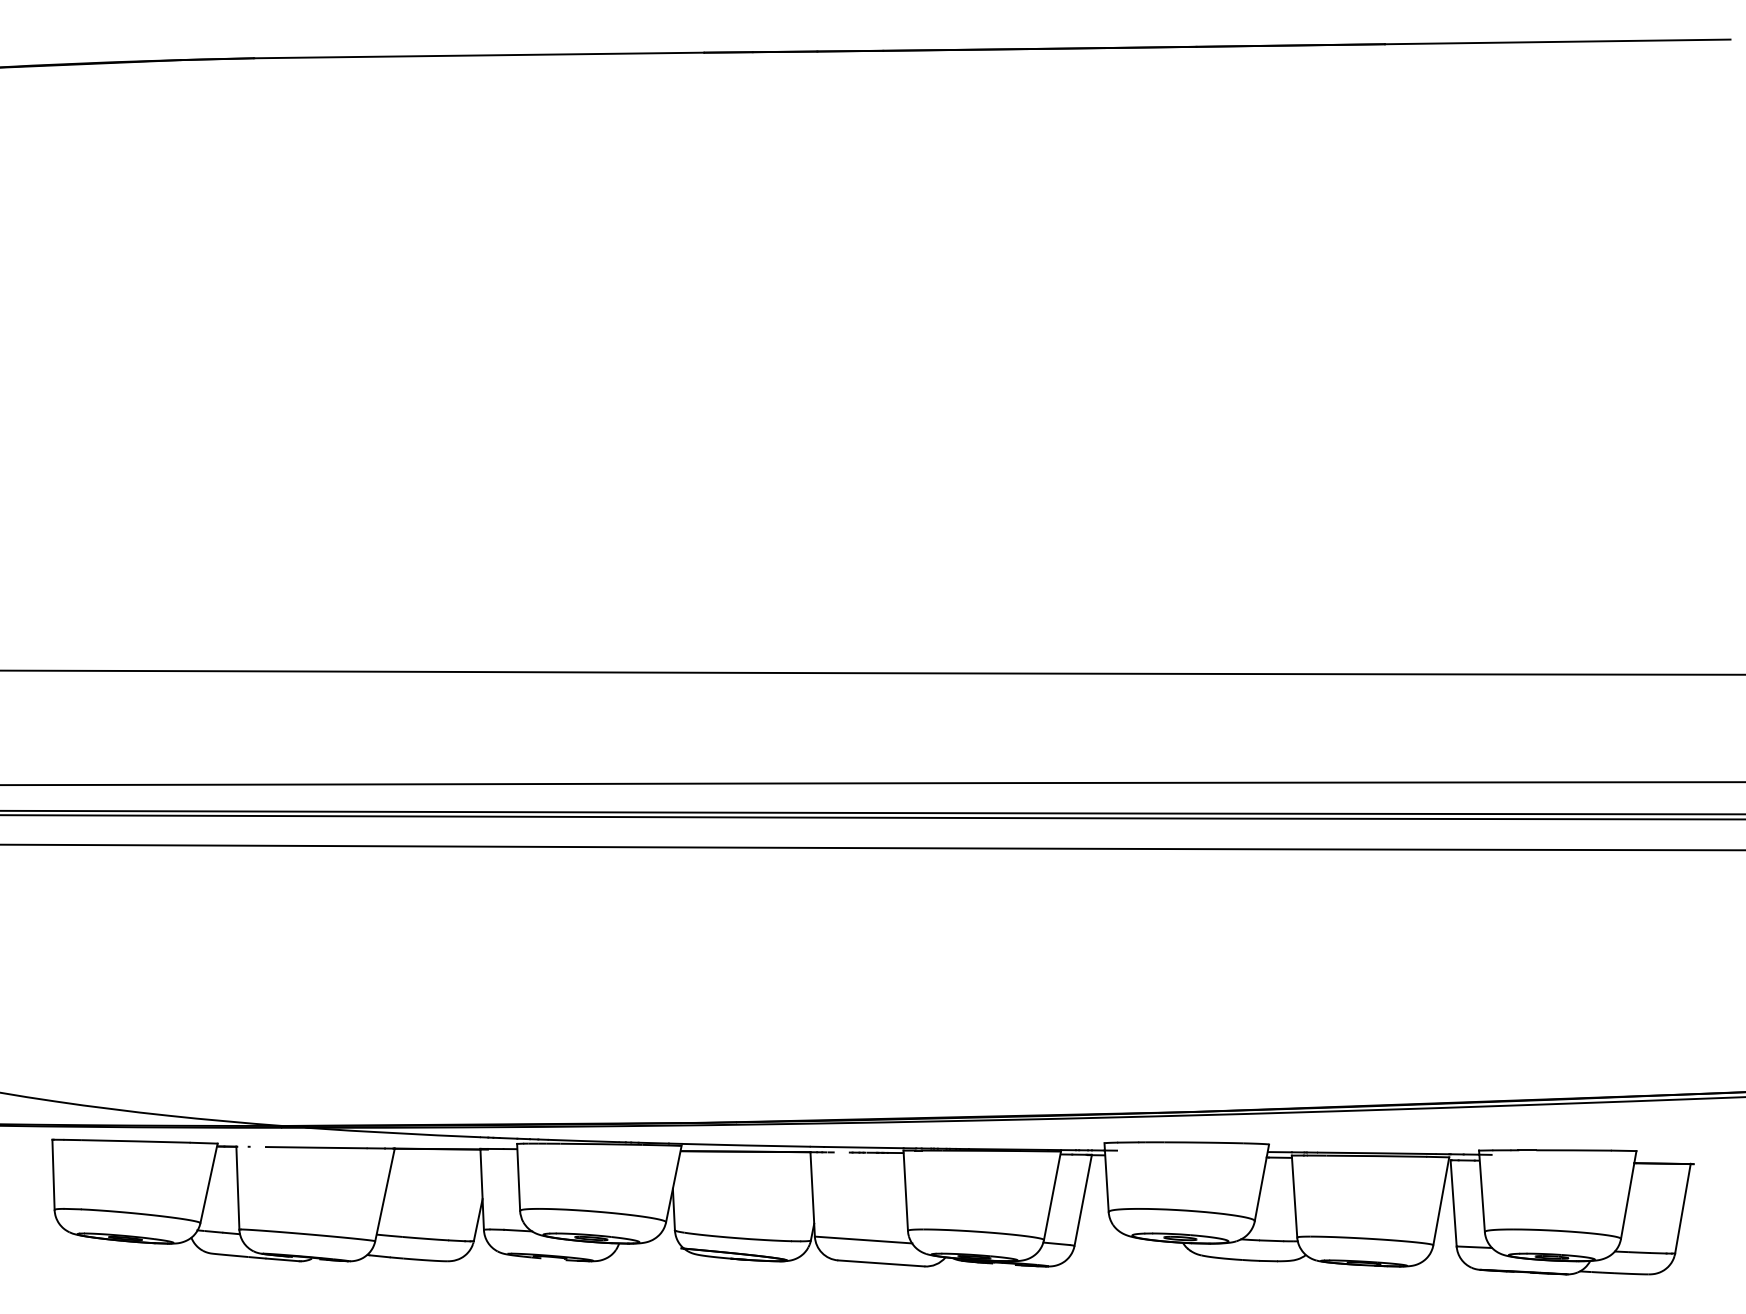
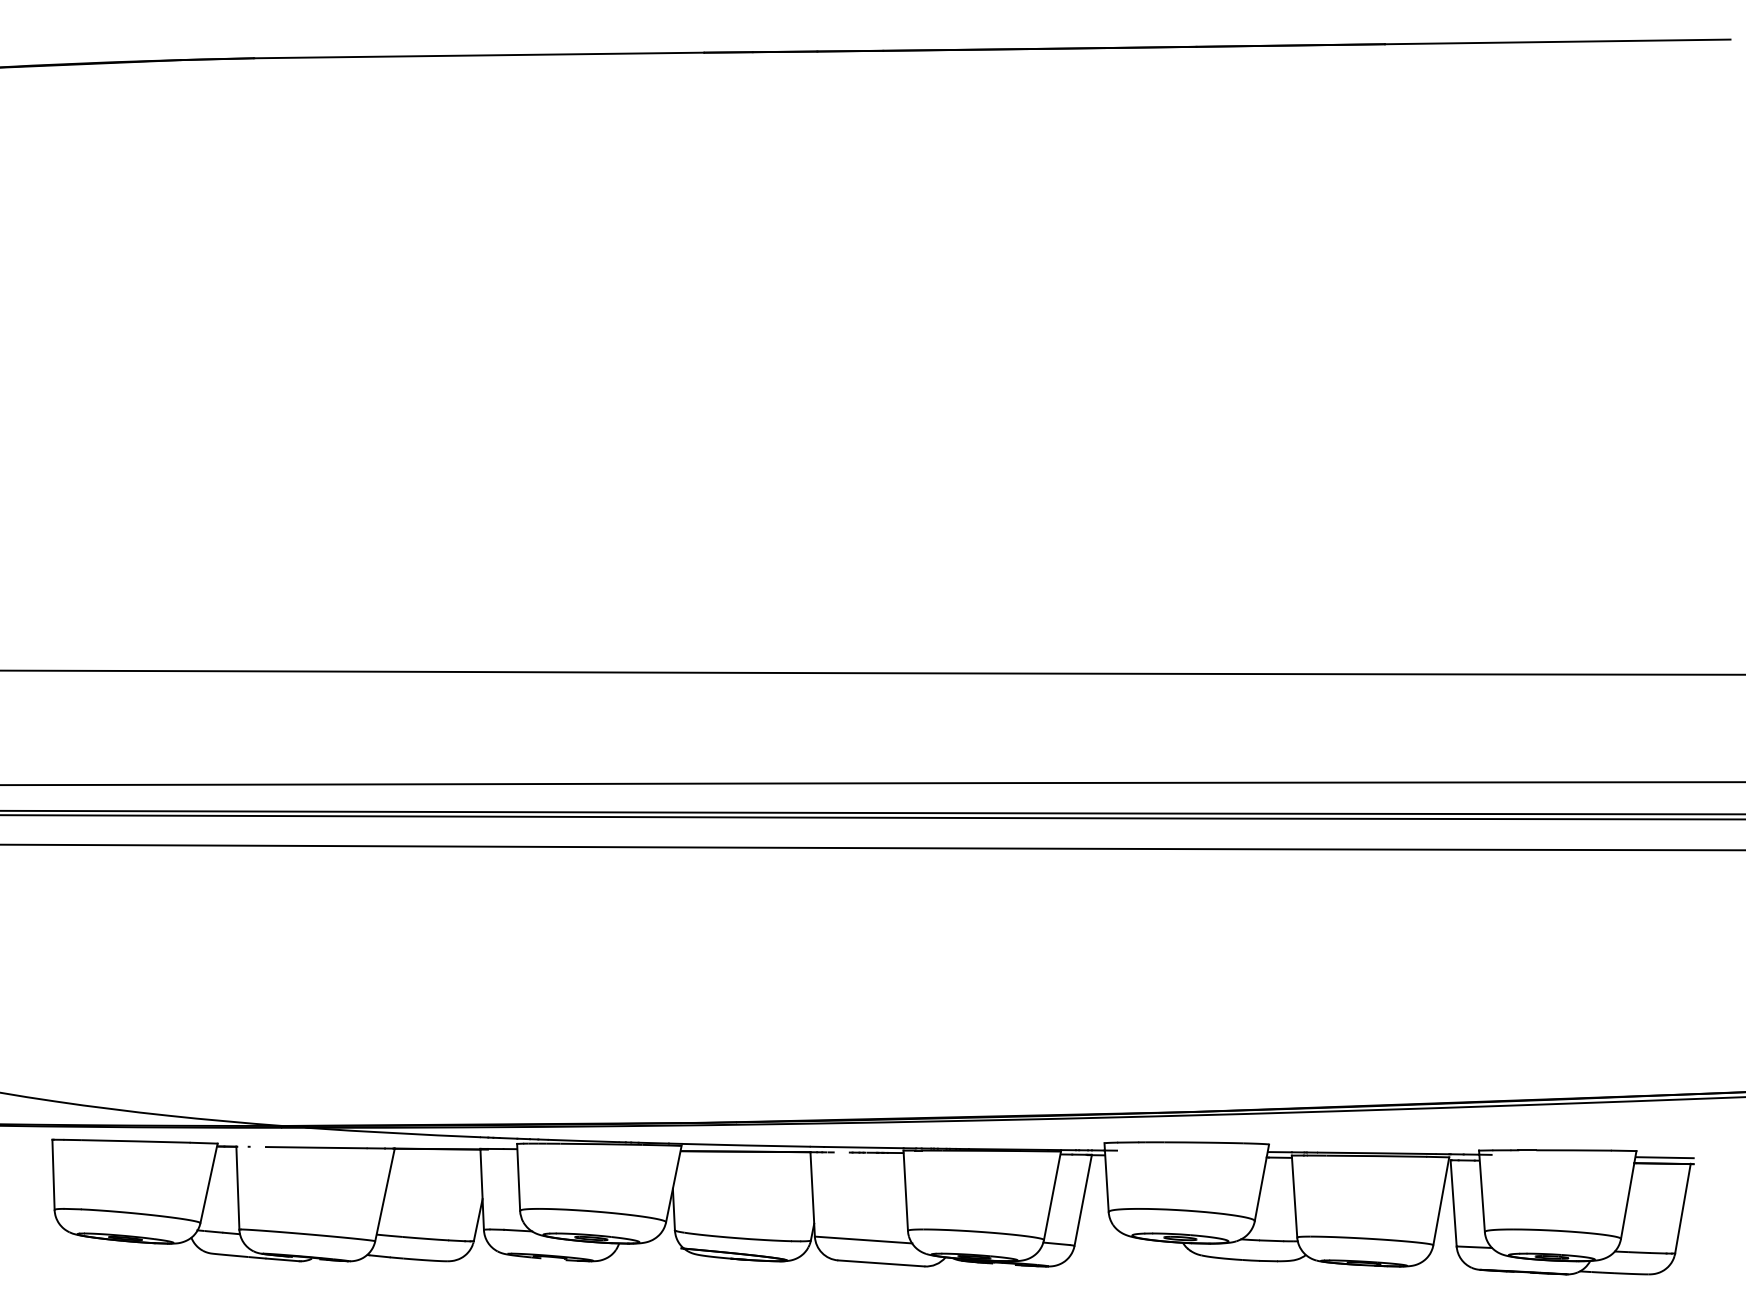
line at (1664, 1157): none -> present
